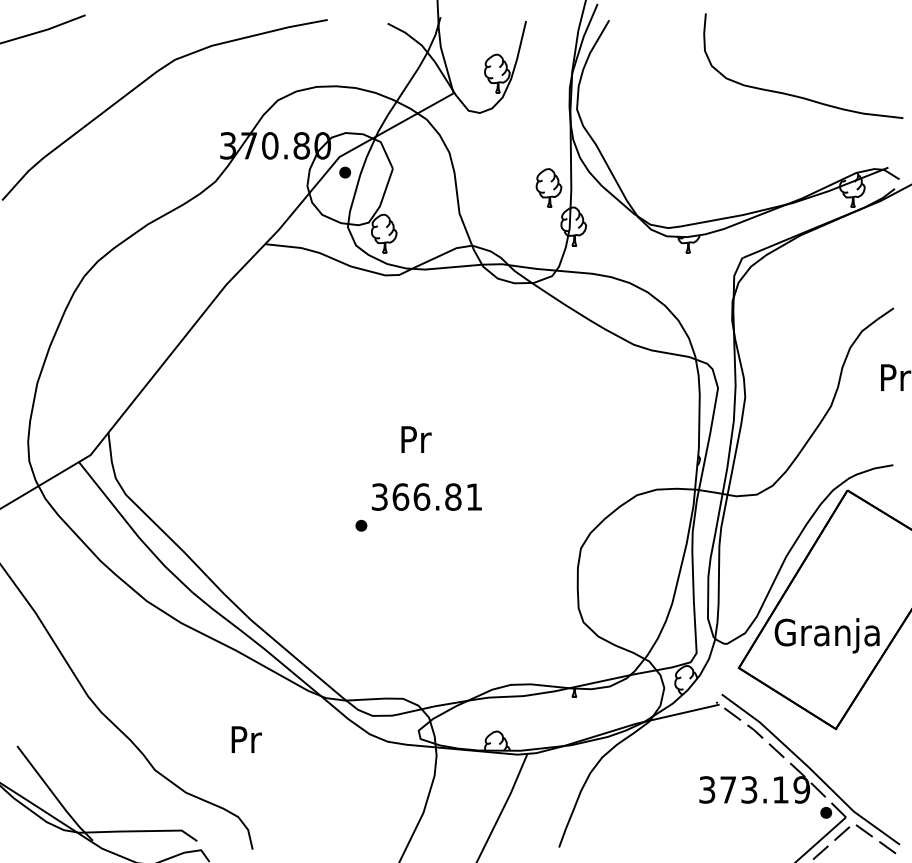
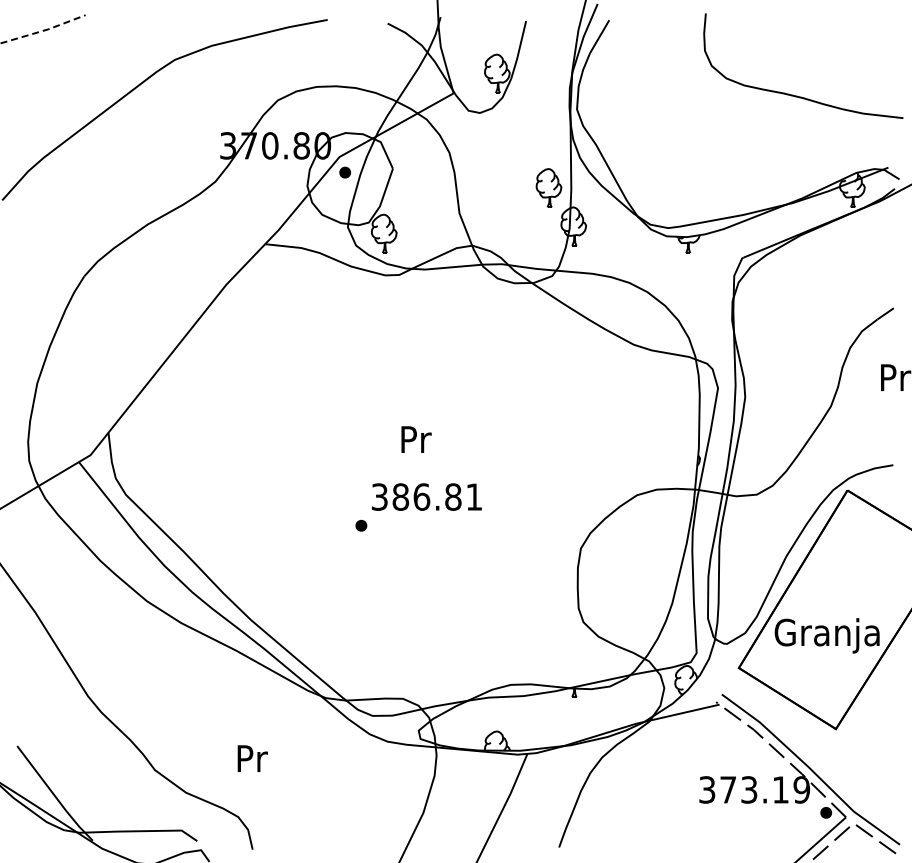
line at (44, 30): solid -> dashed
text at (400, 496): 366.81 -> 386.81
text at (246, 739) position: (246, 739) -> (252, 758)
